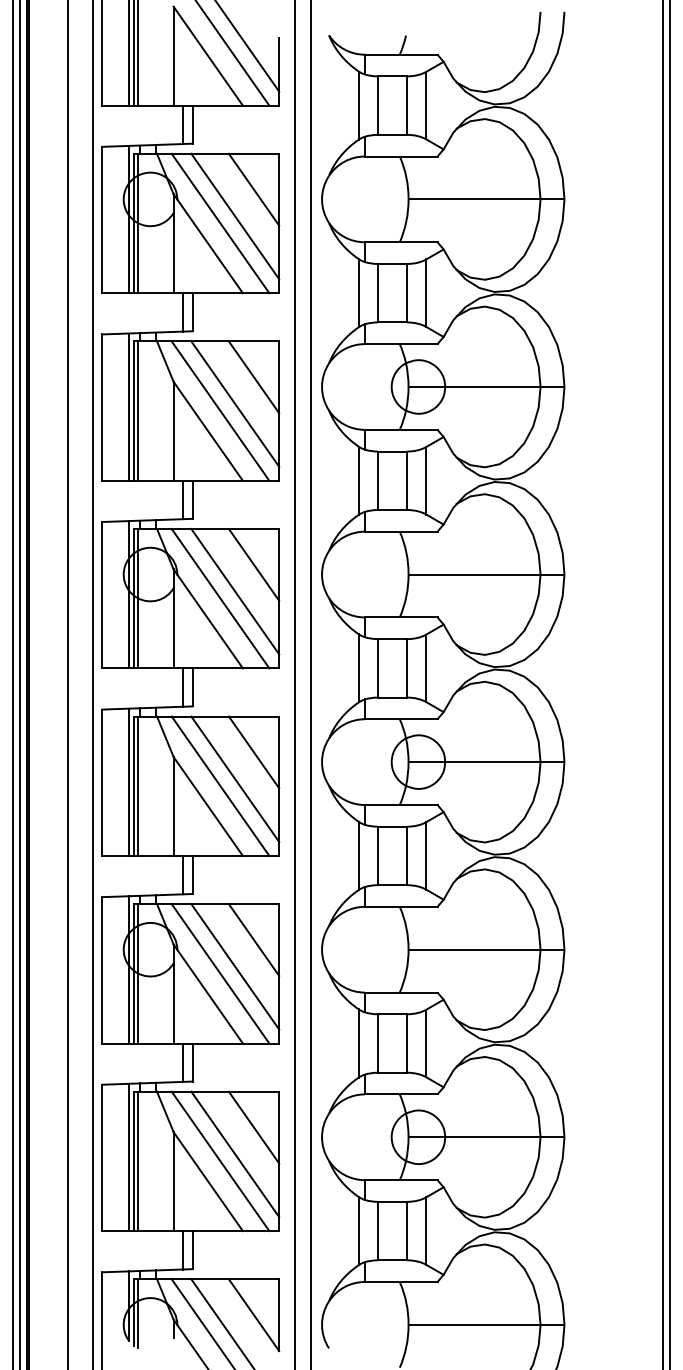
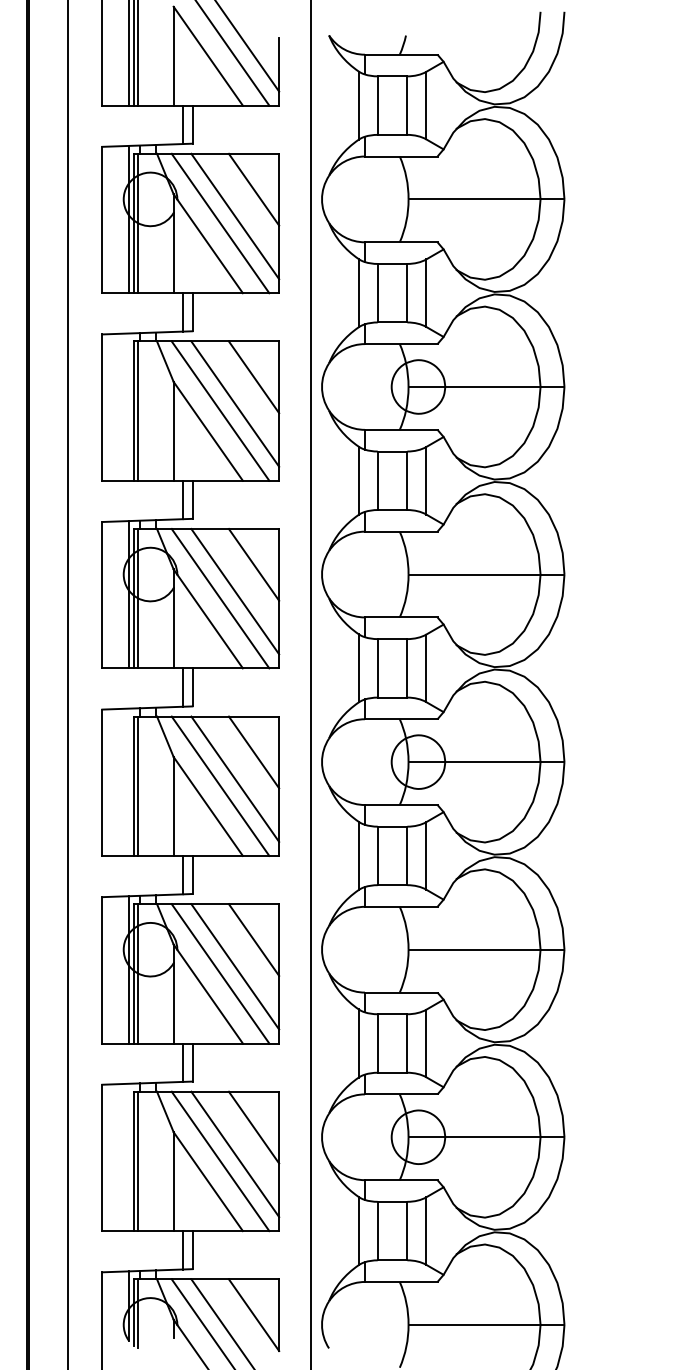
line at (129, 406): present -> none
line at (12, 684): present -> none
line at (20, 684): present -> none
line at (92, 684): present -> none
line at (295, 684): present -> none
line at (662, 684): present -> none
line at (670, 684): present -> none
line at (129, 781): present -> none
line at (129, 1157): present -> none
